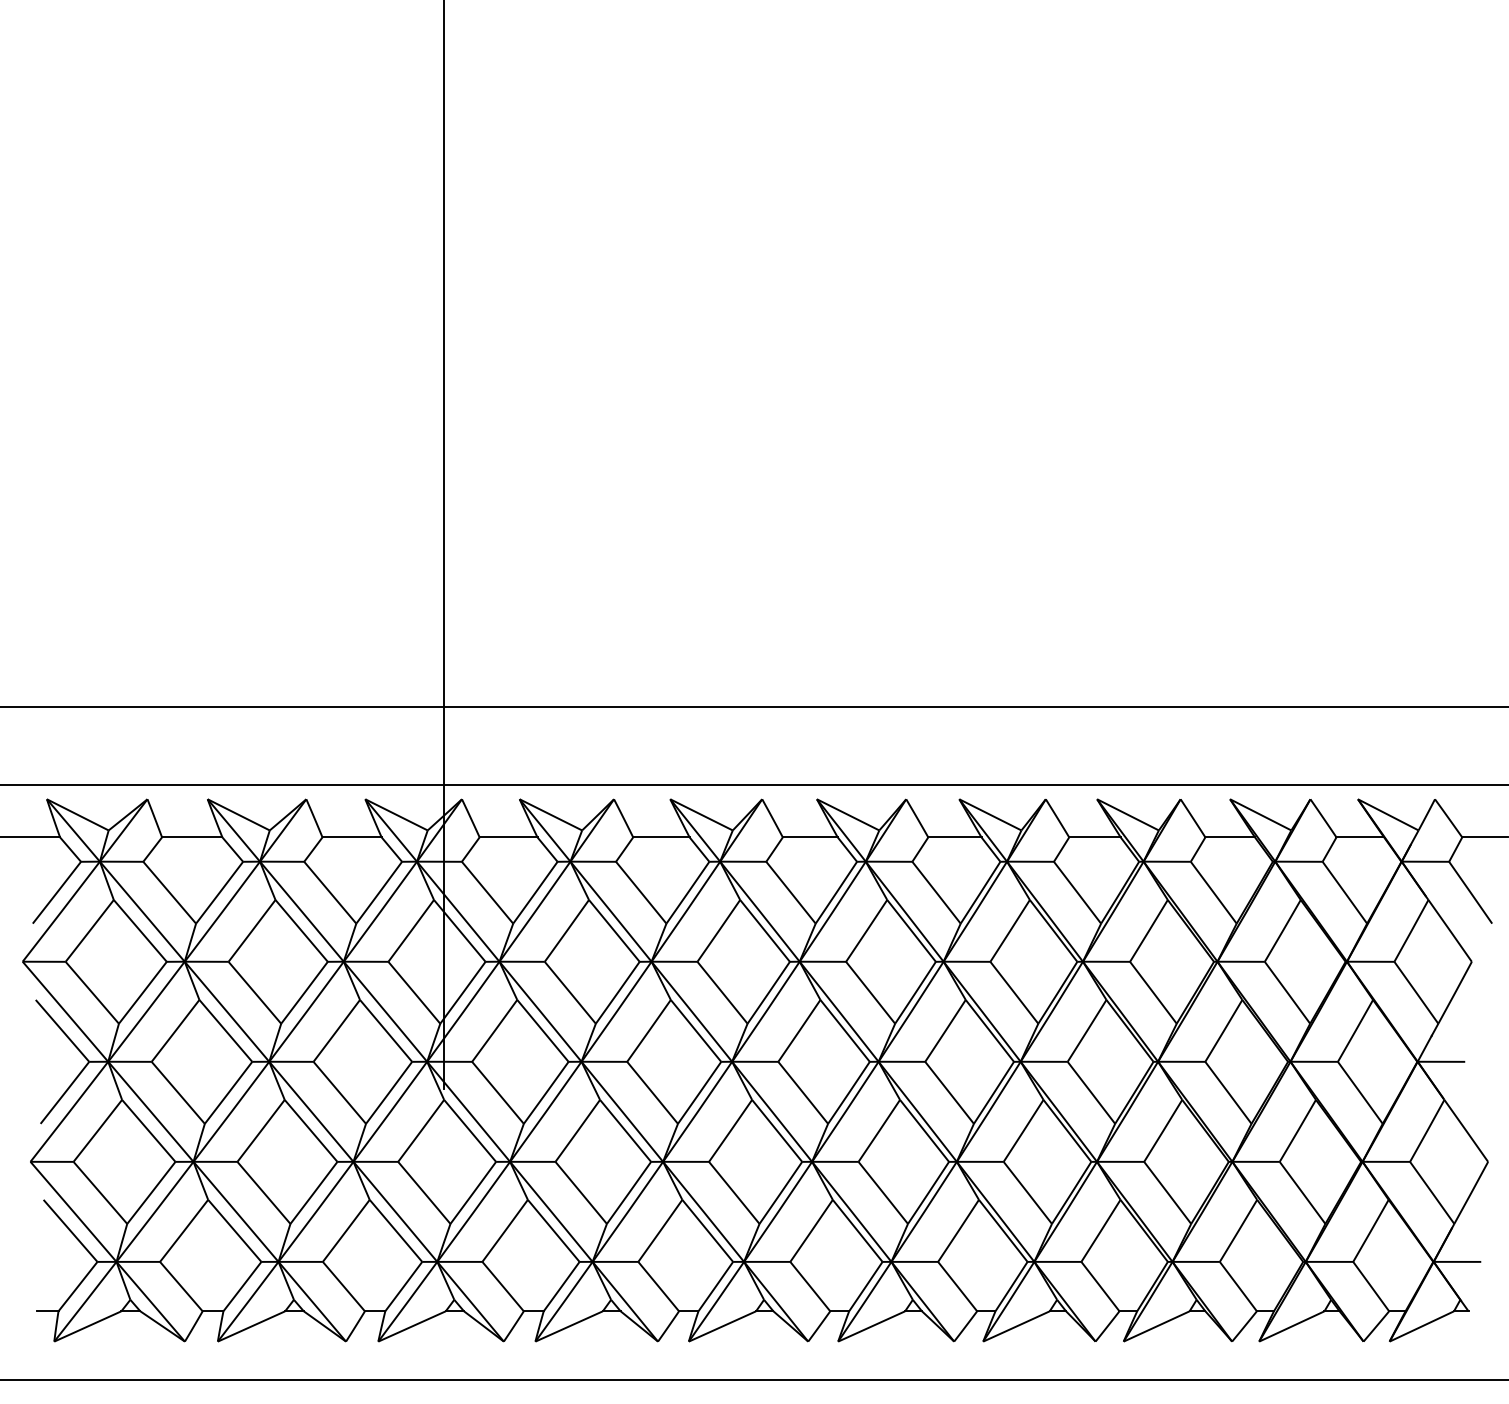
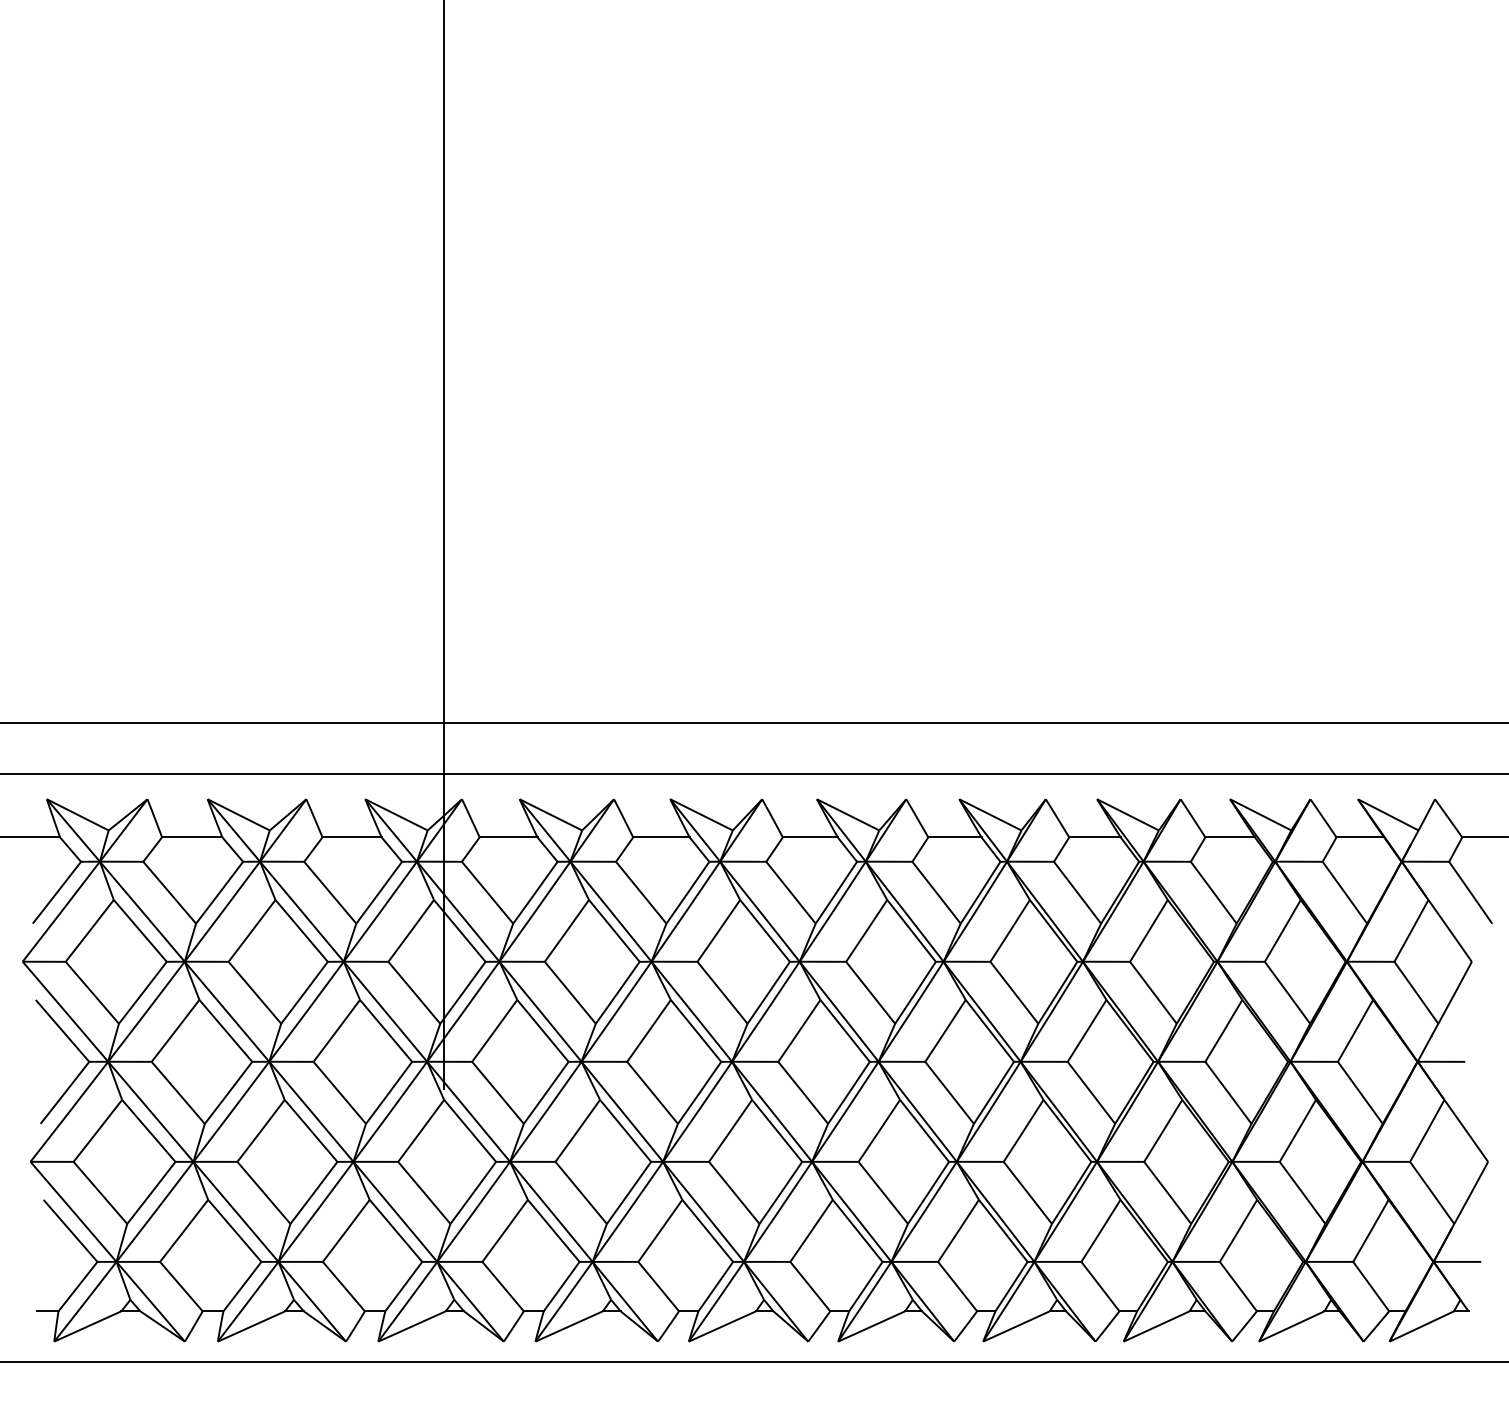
line at (753, 707) position: (753, 707) -> (753, 723)
line at (753, 784) position: (753, 784) -> (753, 773)
line at (753, 1379) position: (753, 1379) -> (753, 1361)
